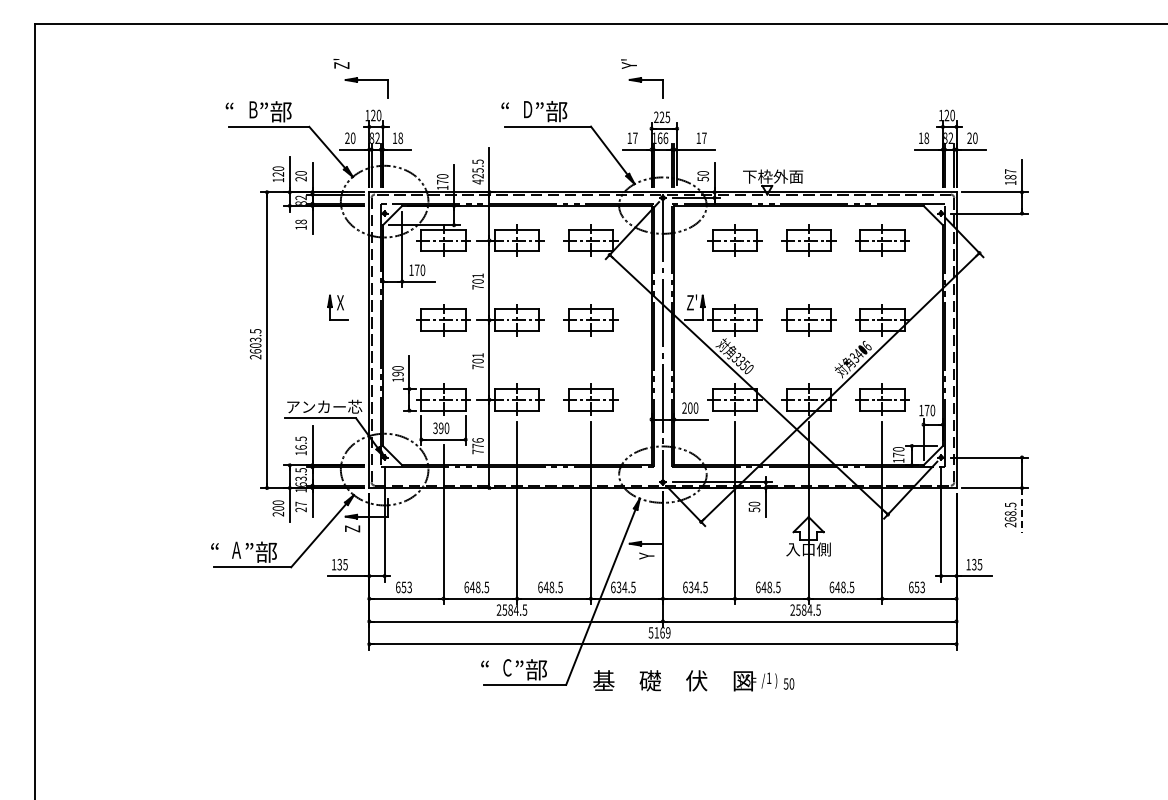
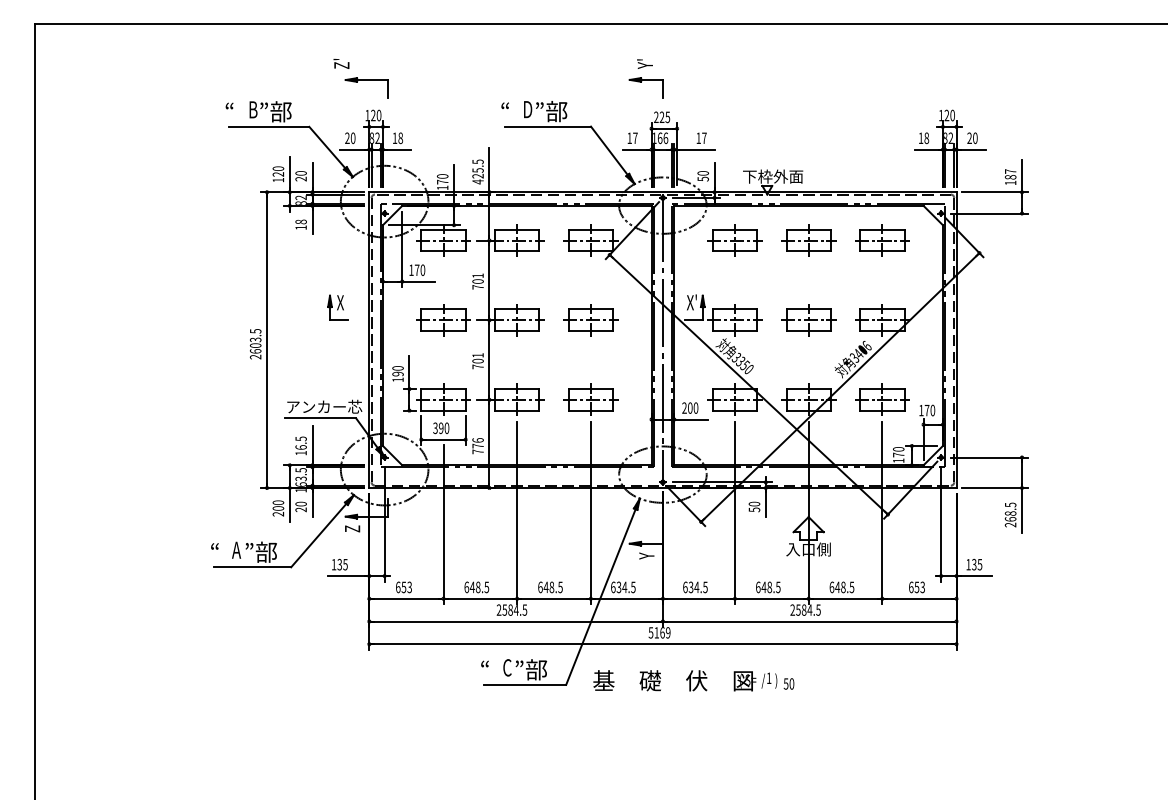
text at (628, 63) position: (628, 63) -> (644, 63)
text at (692, 302): Z' -> X'
text at (300, 503): 27 -> 20
line at (1022, 510): dashed -> solid
